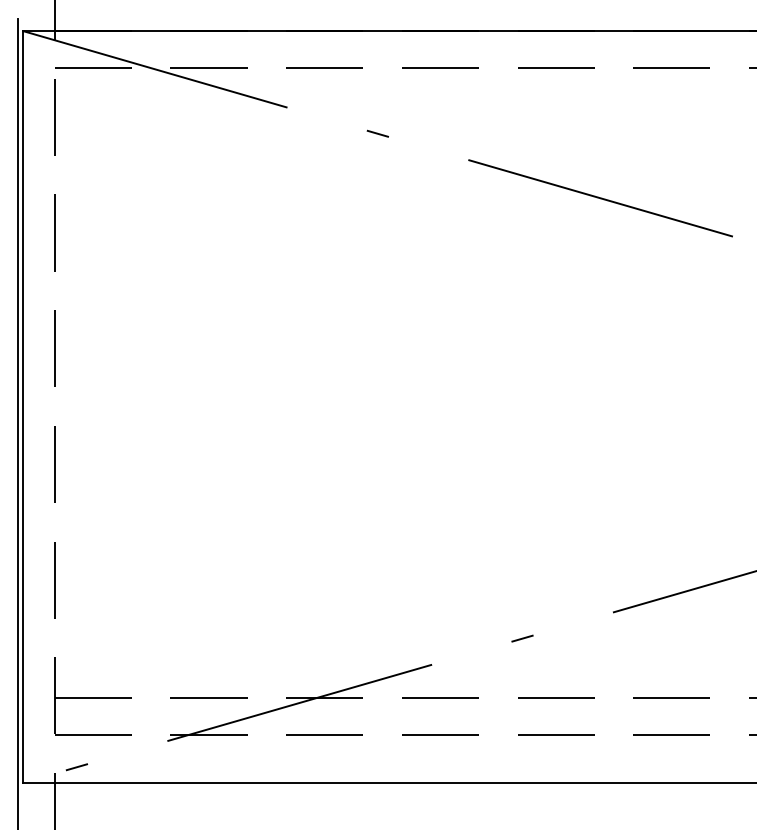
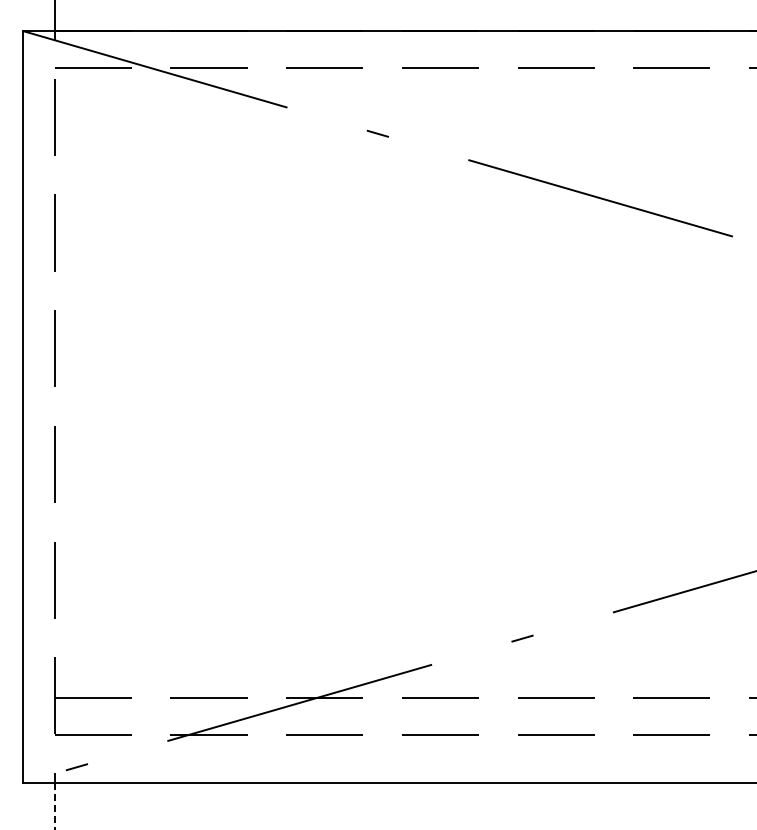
line at (17, 422): present -> none
line at (54, 806): solid -> dashed
